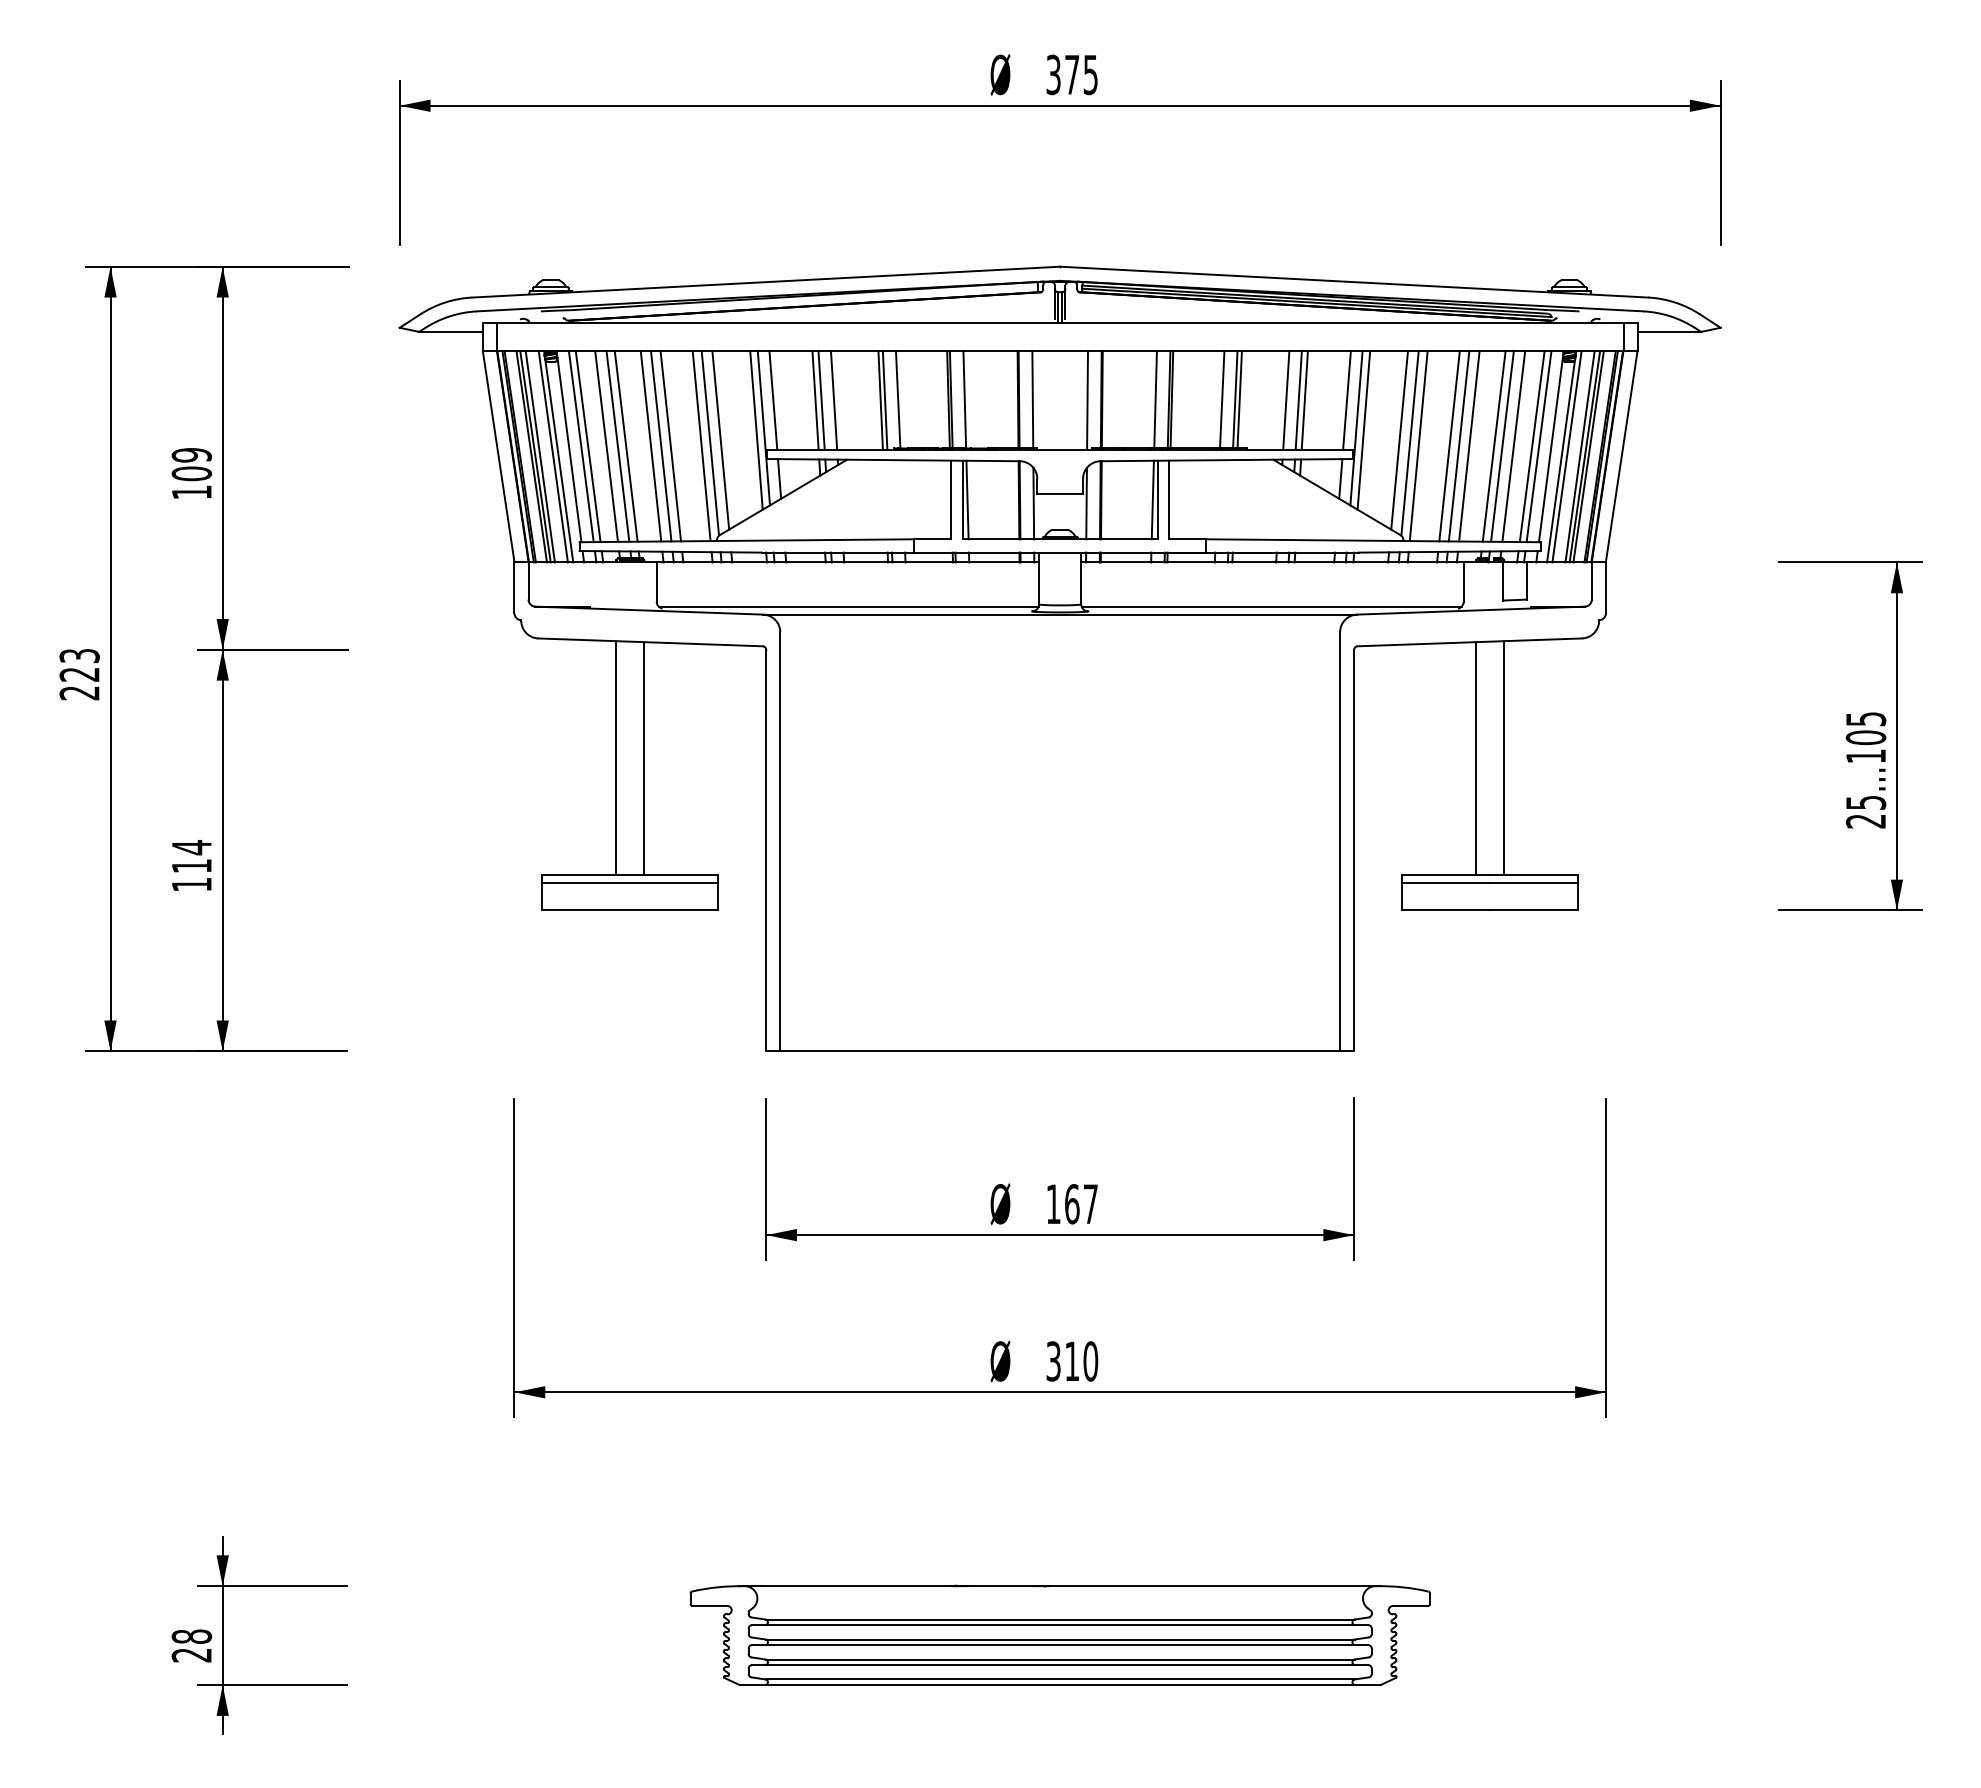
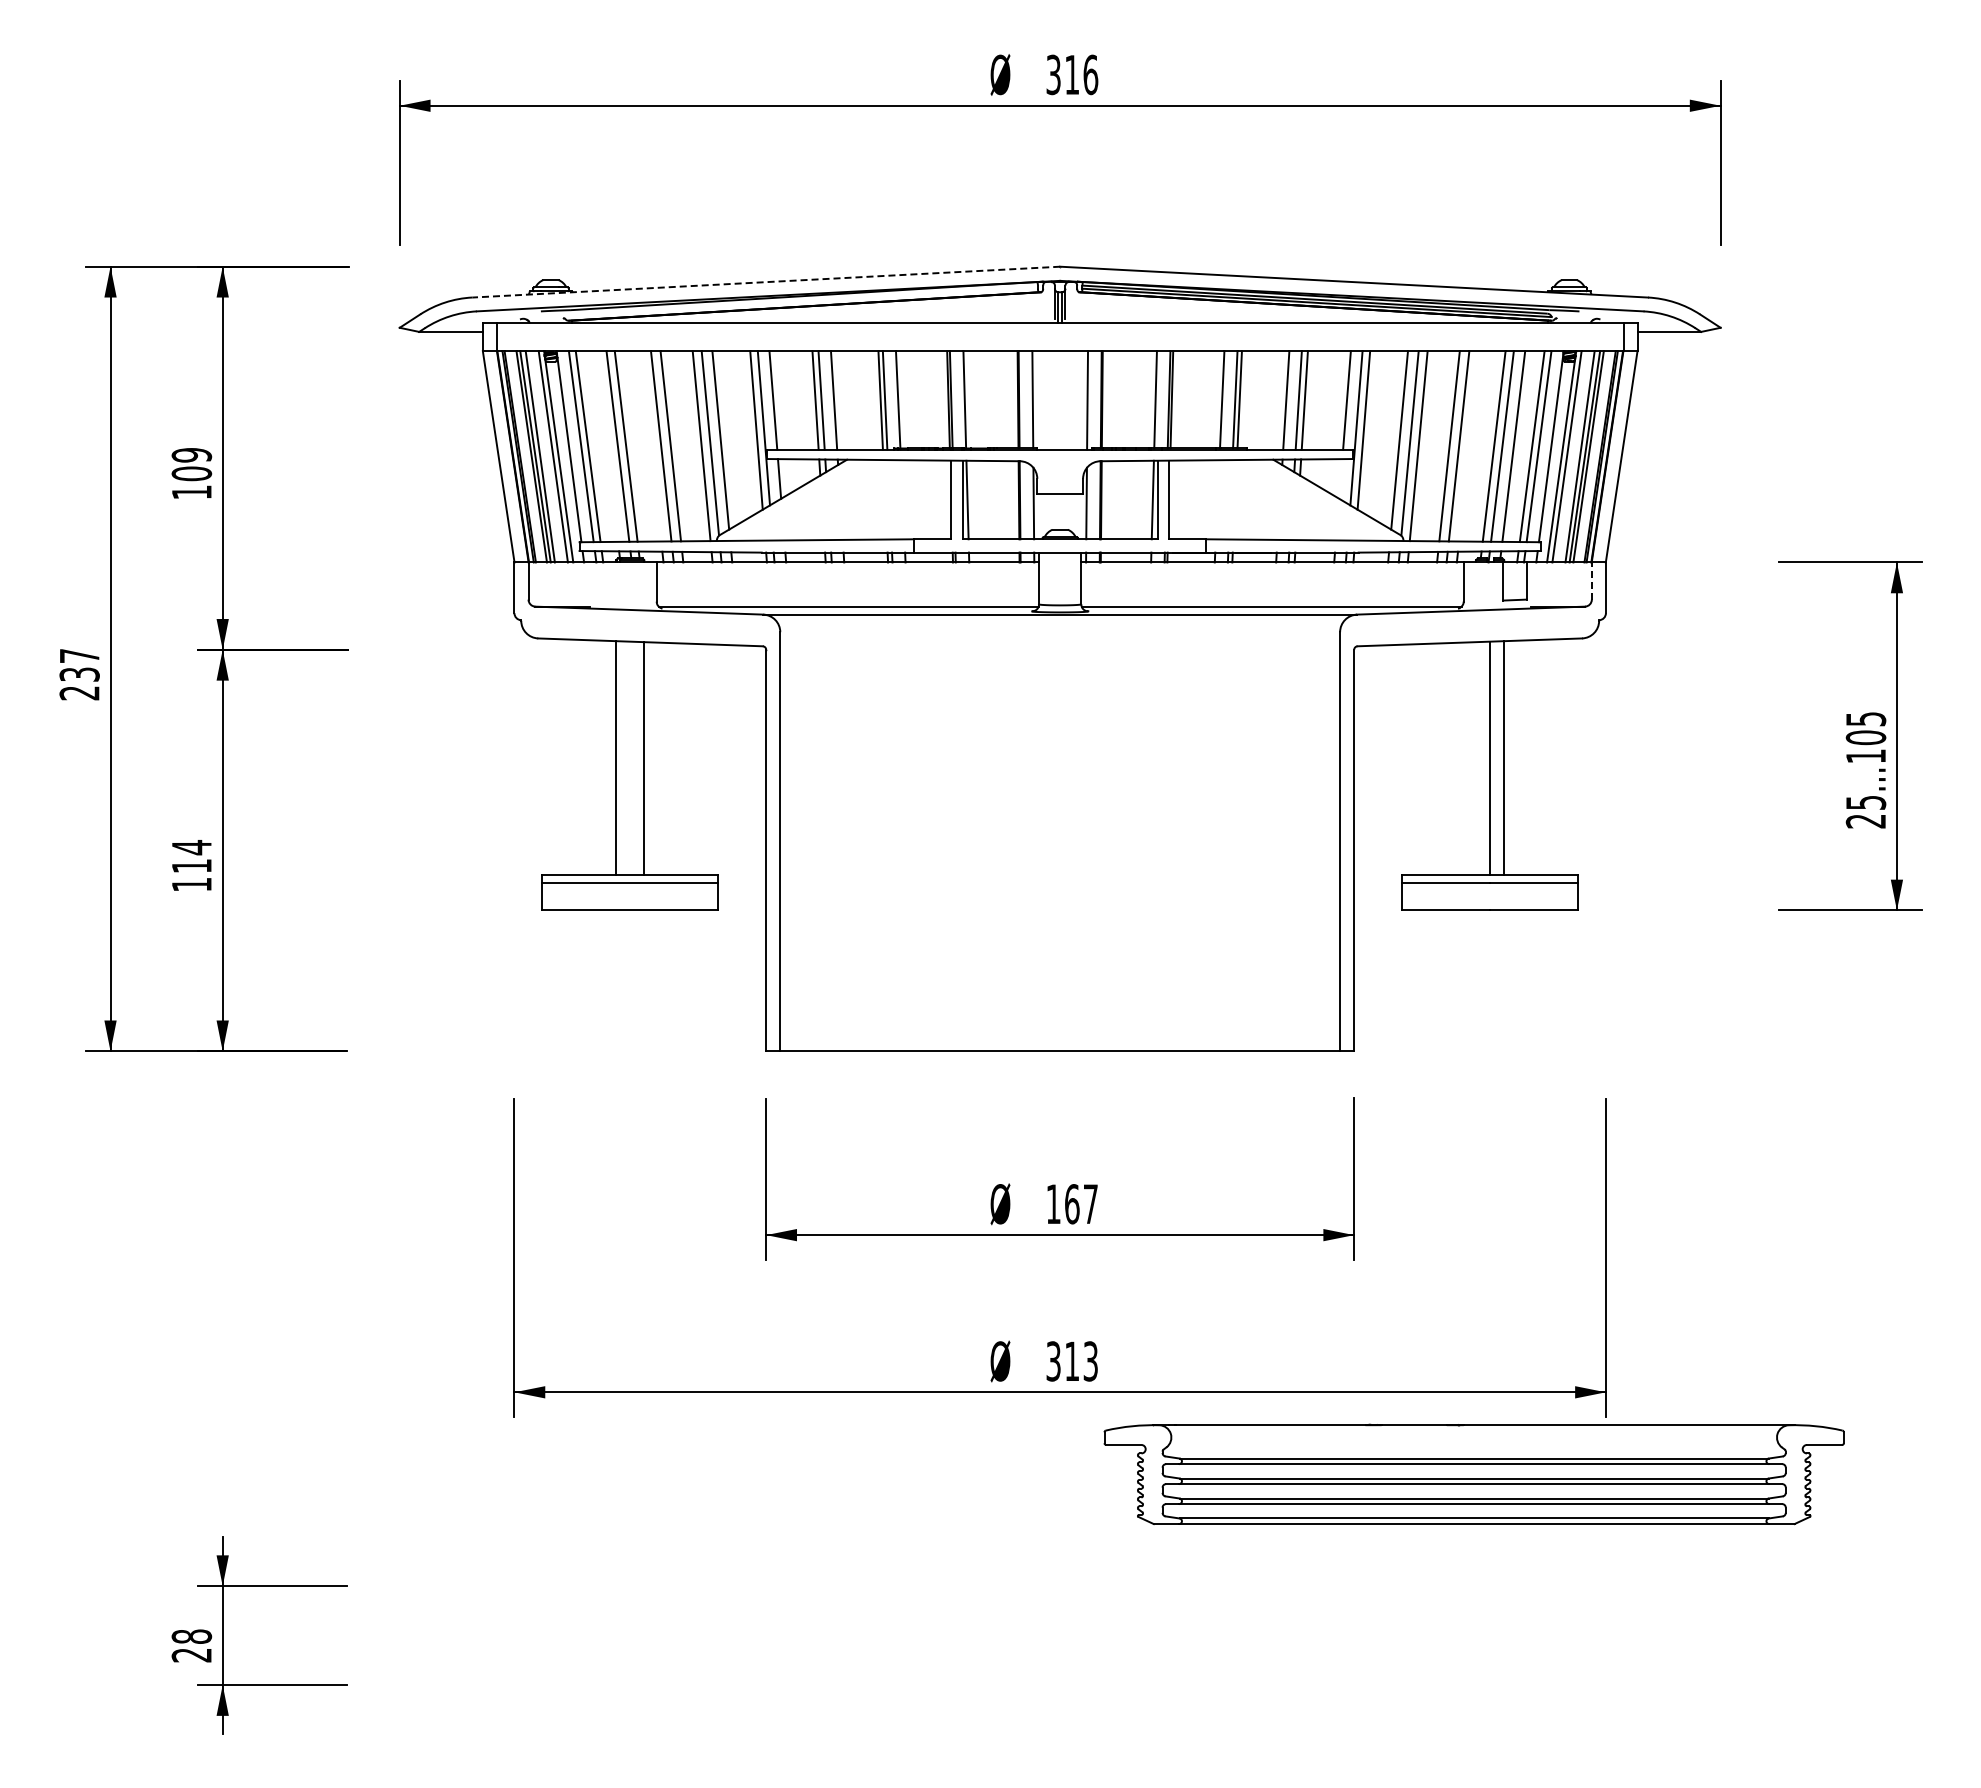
text at (1081, 74): 375 -> 316
line at (765, 282): solid -> dashed
line at (606, 446): present -> none
line at (650, 446): present -> none
line at (1469, 446): present -> none
line at (1340, 478): present -> none
line at (1591, 581): solid -> dashed
text at (79, 665): 223 -> 237
line at (1476, 758) position: (1476, 758) -> (1490, 758)
text at (1090, 1361): 310 -> 313
part at (1059, 1635) position: (1059, 1635) -> (1473, 1474)
